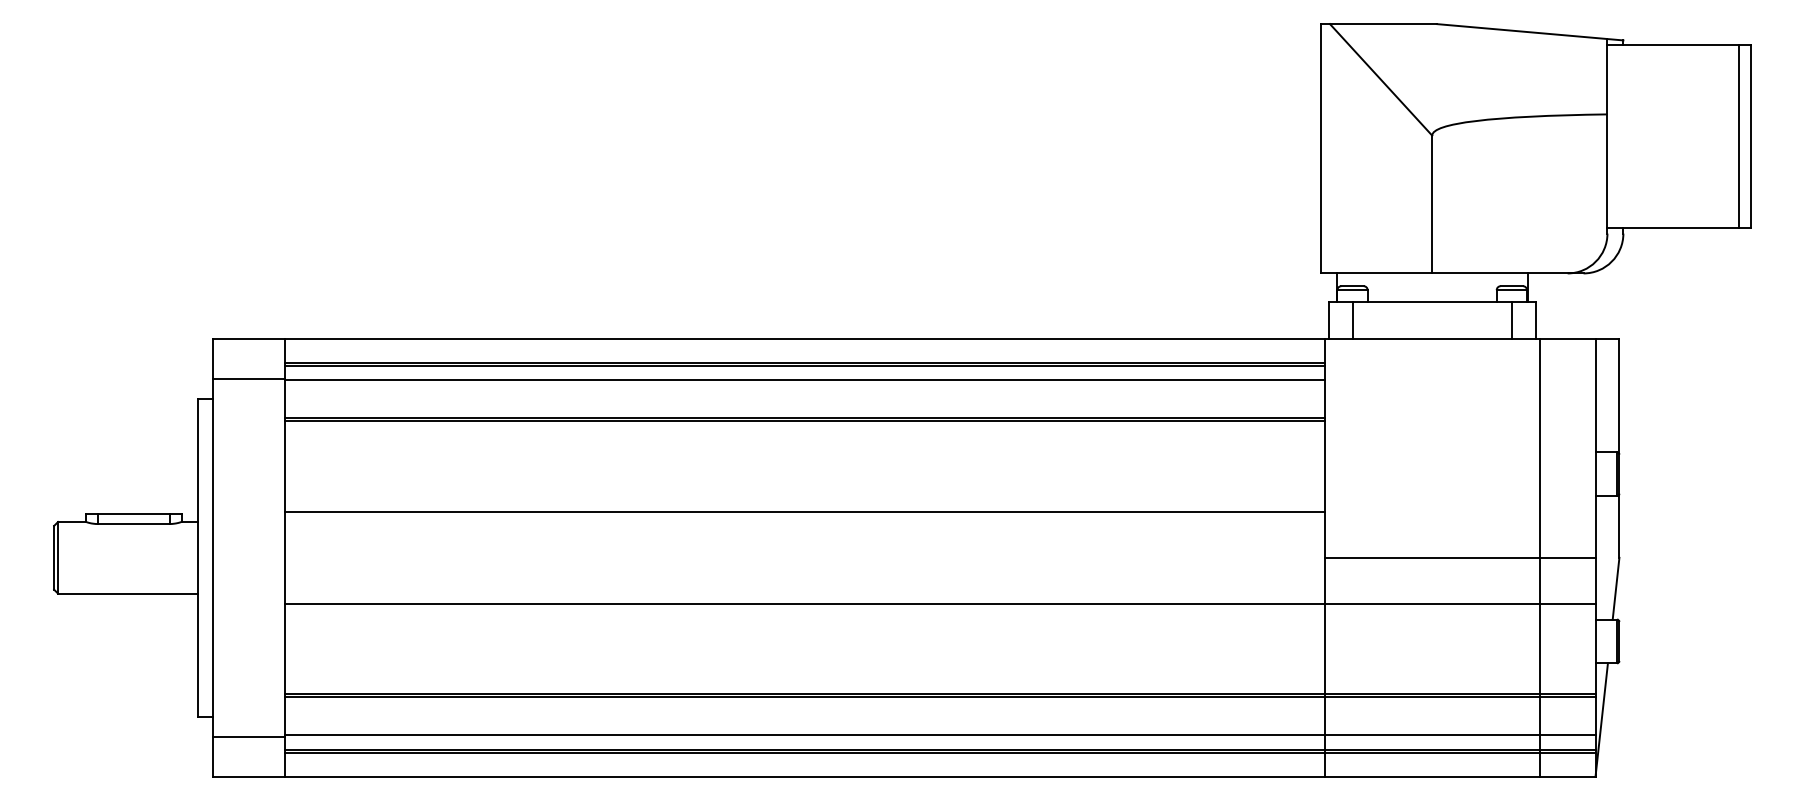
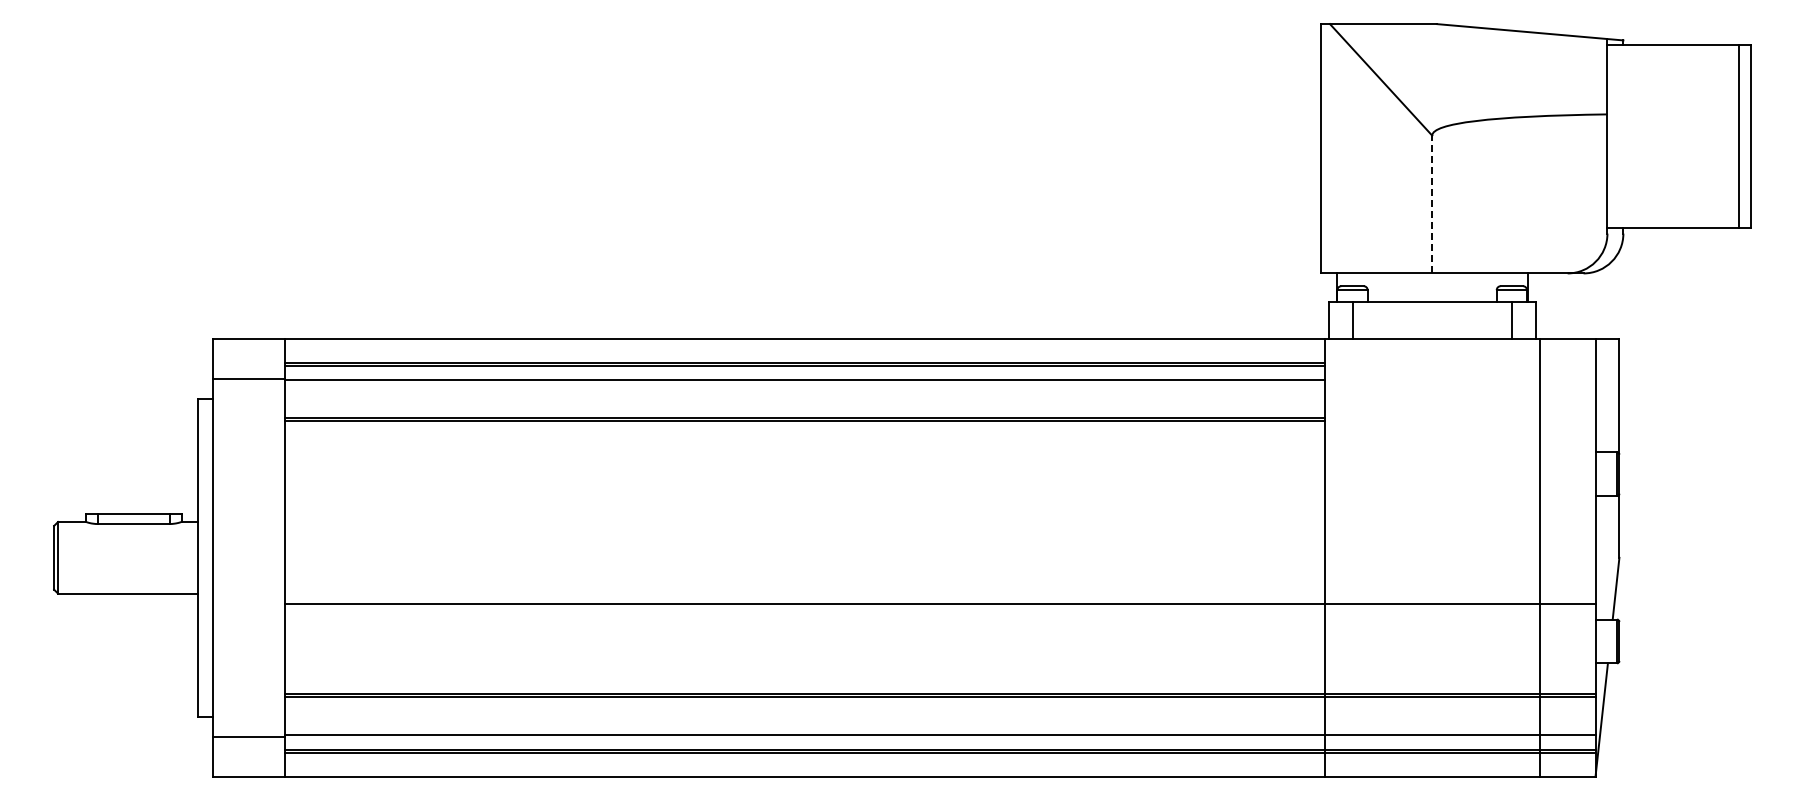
line at (1432, 204): solid -> dashed
line at (804, 511): present -> none
line at (1459, 557): present -> none
